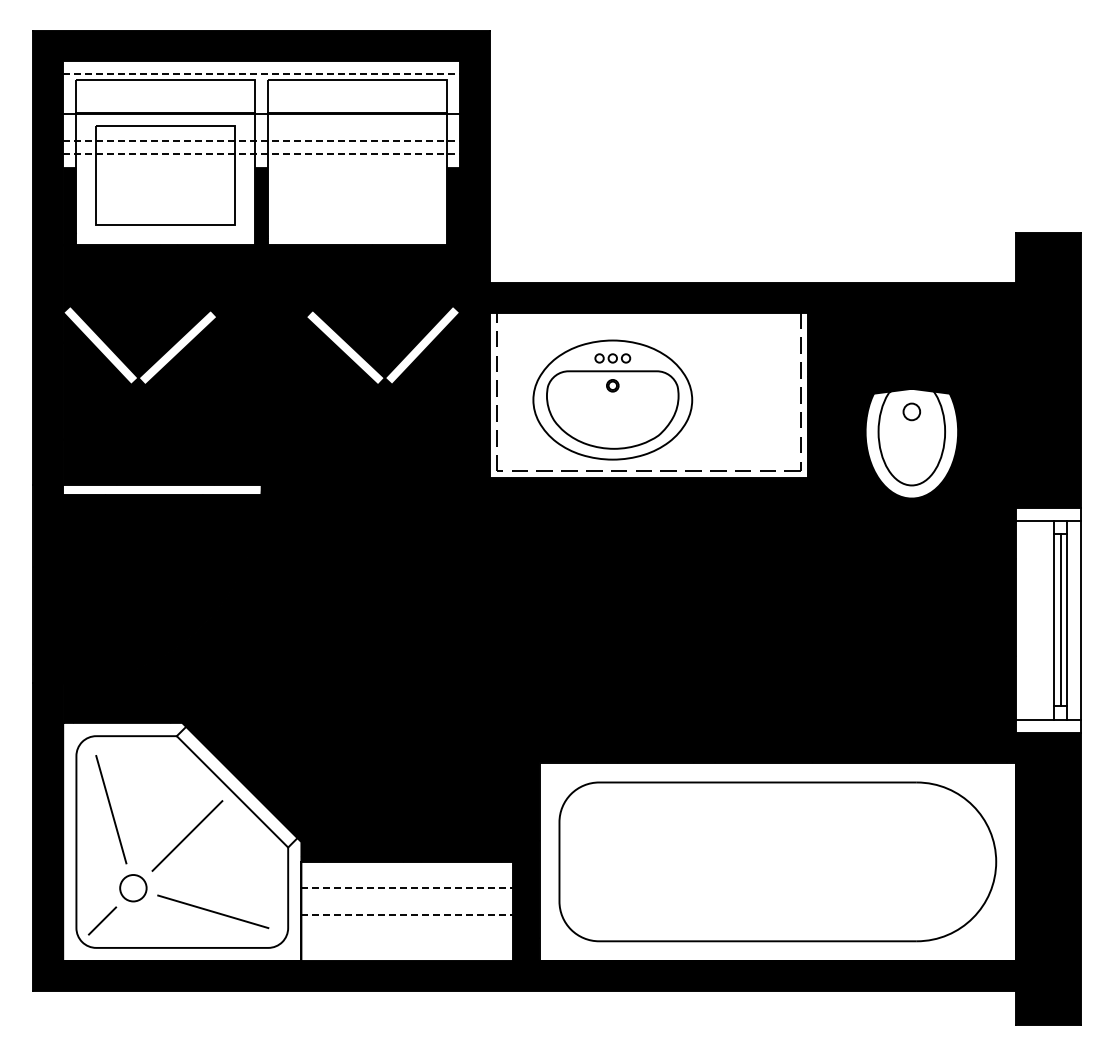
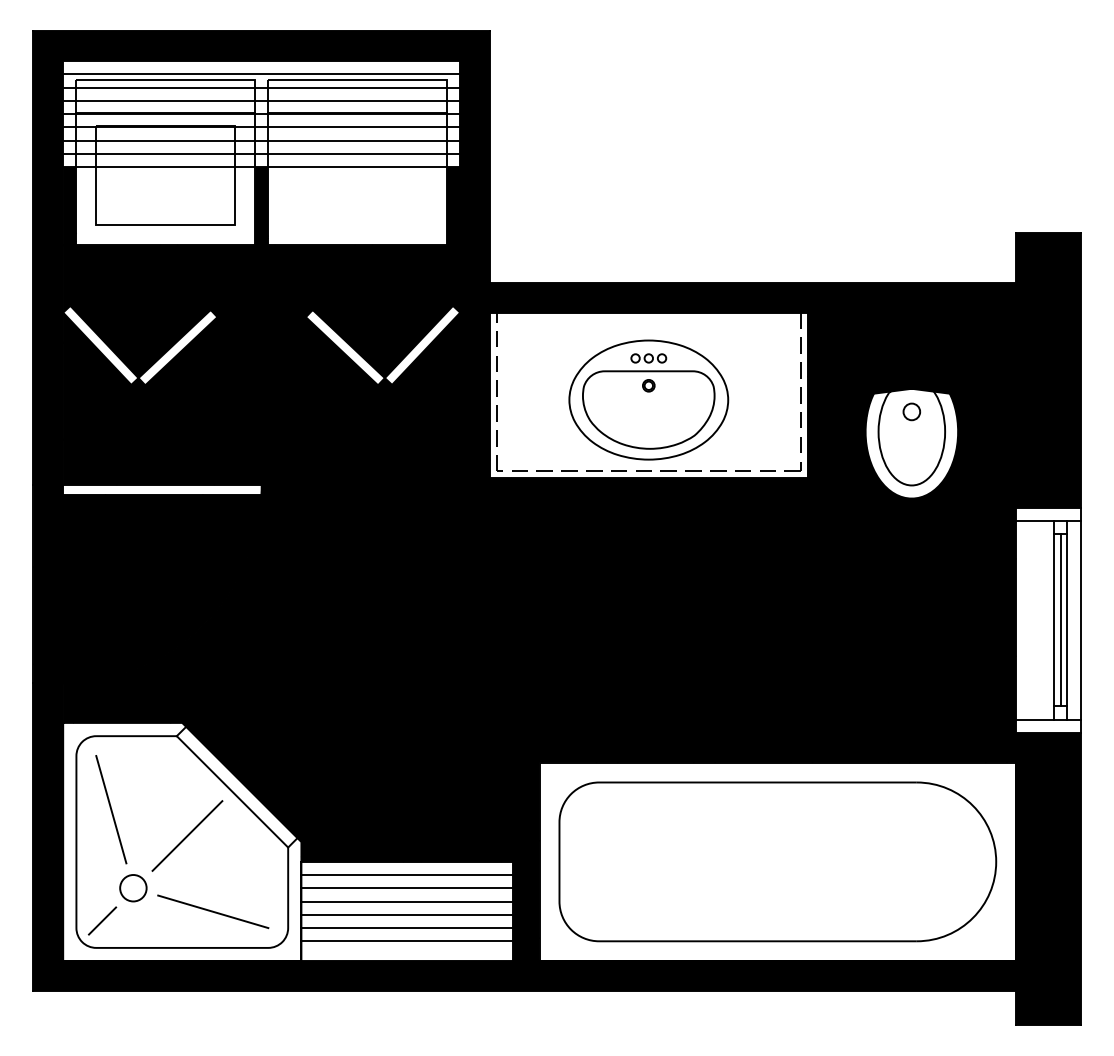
line at (261, 74): dashed -> solid
line at (261, 87): none -> present
line at (261, 100): none -> present
line at (261, 127): none -> present
line at (261, 140): dashed -> solid
line at (261, 153): dashed -> solid
line at (261, 167): none -> present
part at (612, 399) position: (612, 399) -> (648, 399)
line at (407, 875): none -> present
line at (407, 888): dashed -> solid
line at (407, 901): none -> present
line at (407, 914): dashed -> solid
line at (407, 928): none -> present
line at (407, 941): none -> present
